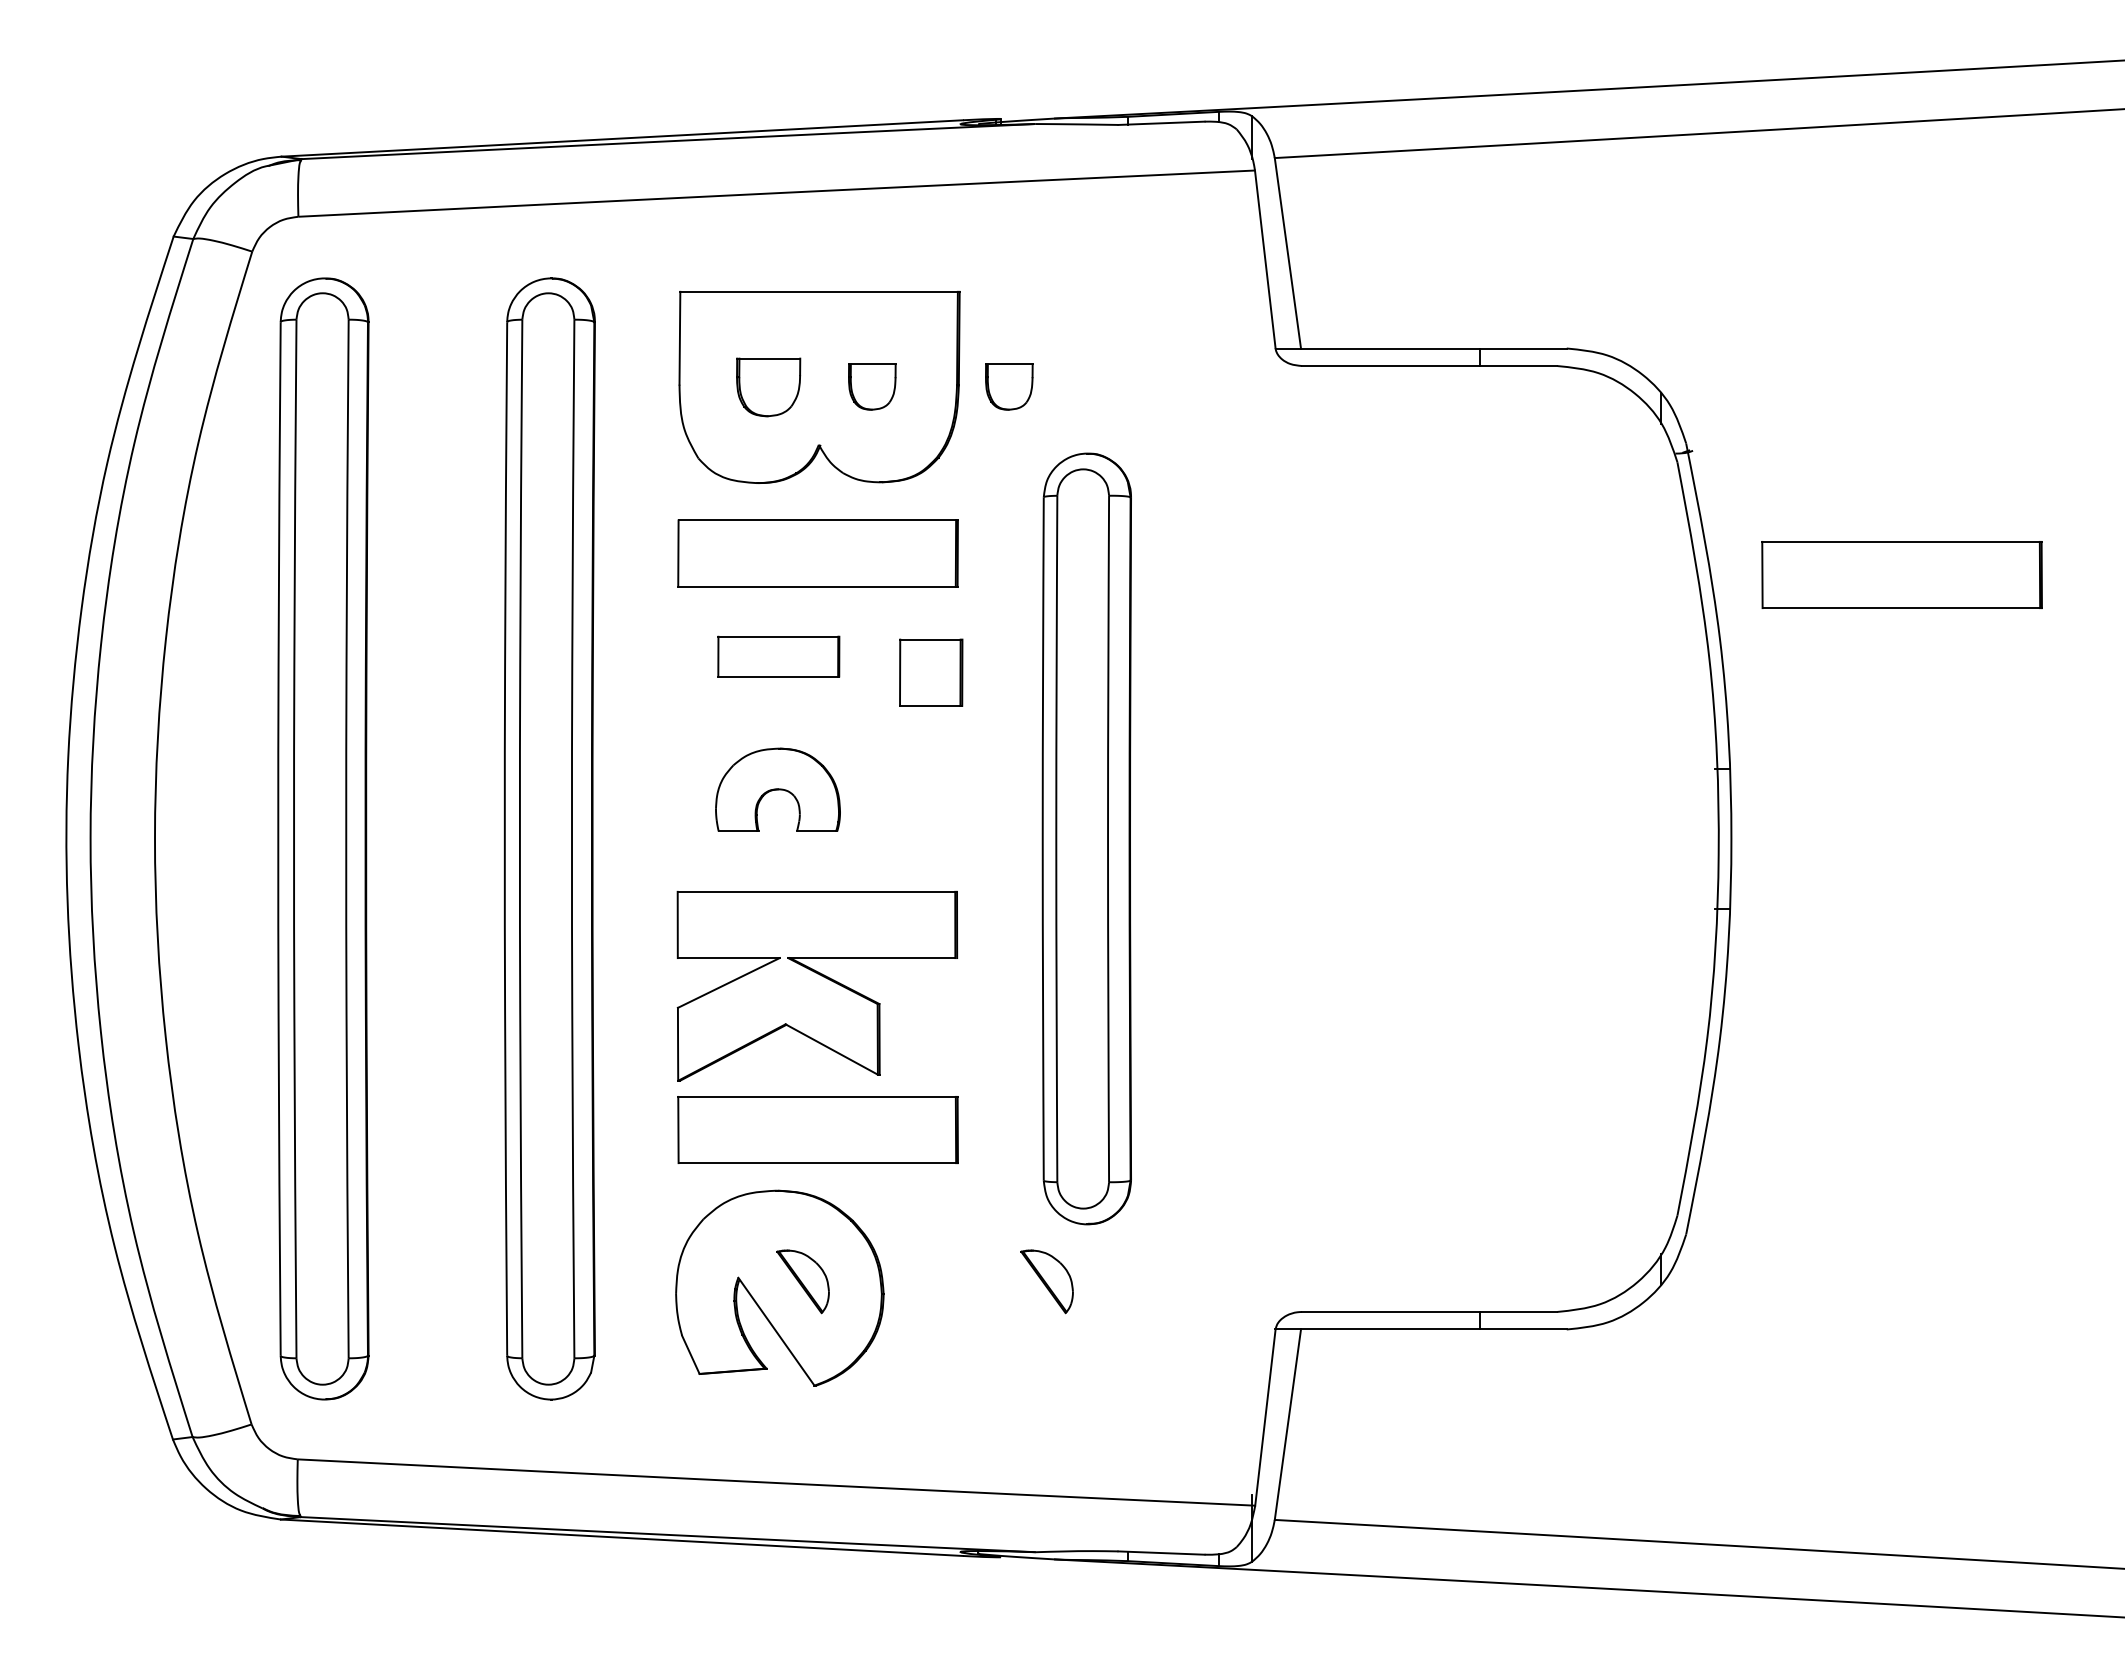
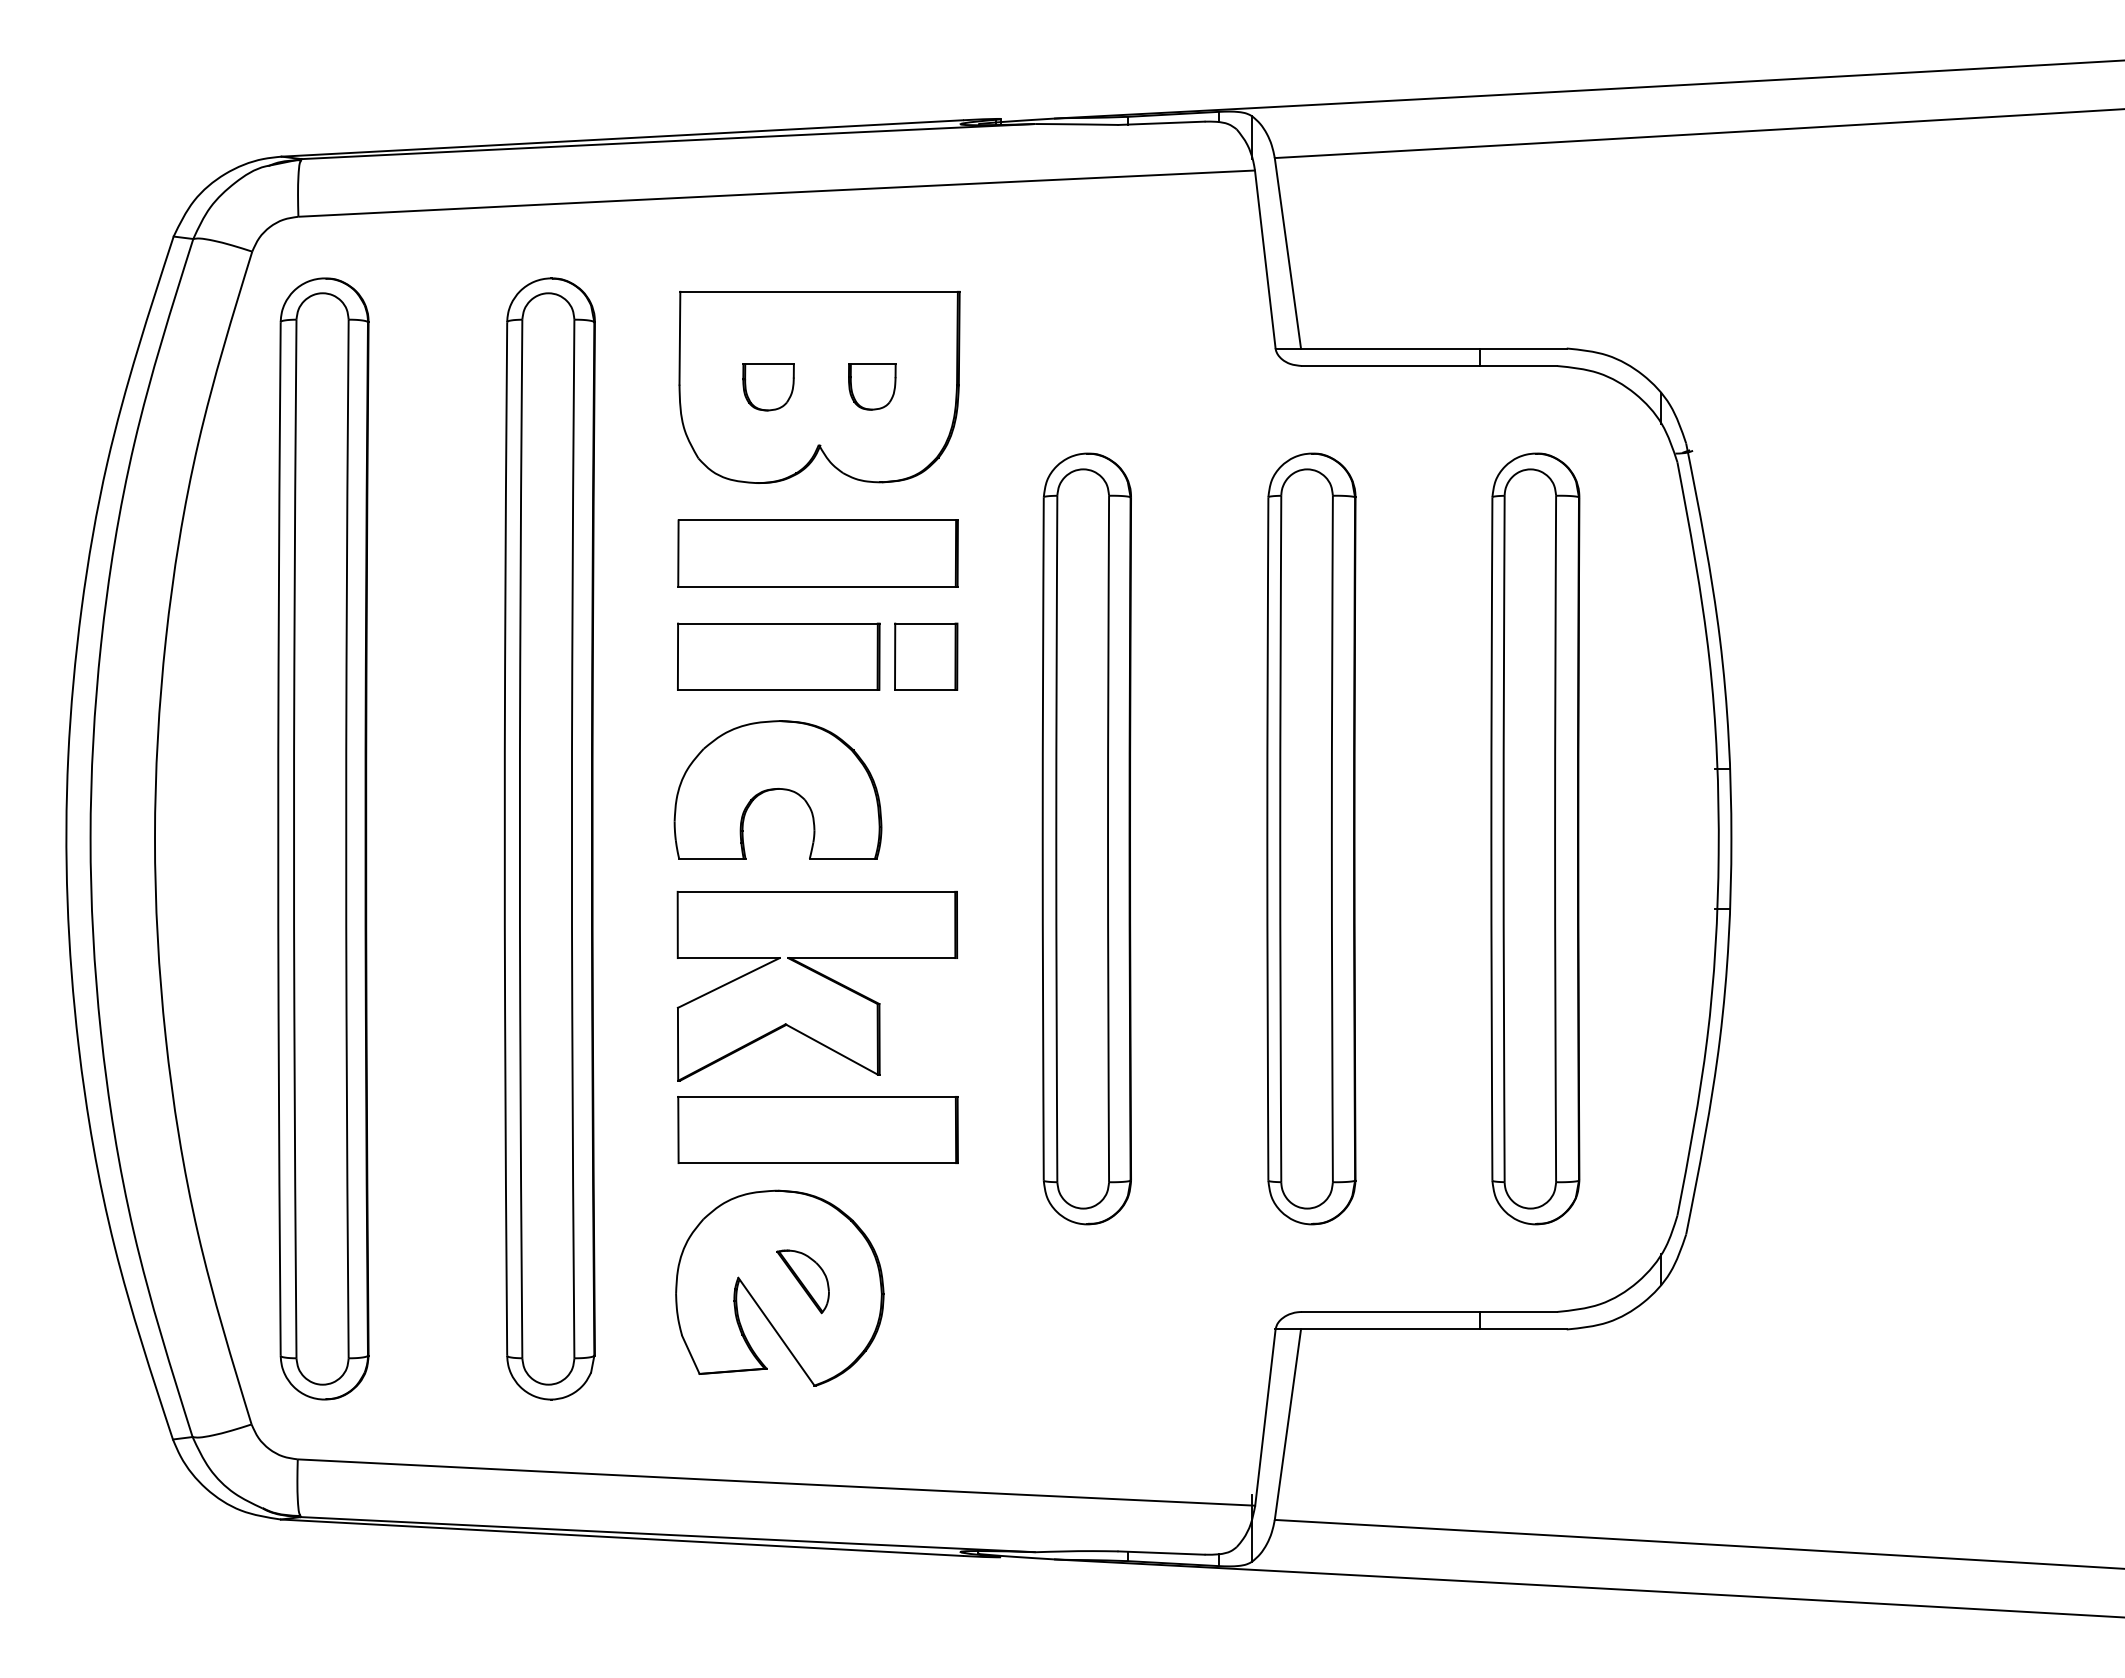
part at (1009, 386): present -> none
part at (768, 387) size: 66x61 px -> 53x49 px
part at (1901, 574): present -> none
part at (778, 656) size: 124x43 px -> 204x69 px
part at (931, 672) position: (931, 672) -> (926, 656)
part at (777, 789) size: 126x85 px -> 210x140 px
part at (1311, 838): none -> present
part at (1535, 838): none -> present
part at (1046, 1281): present -> none
